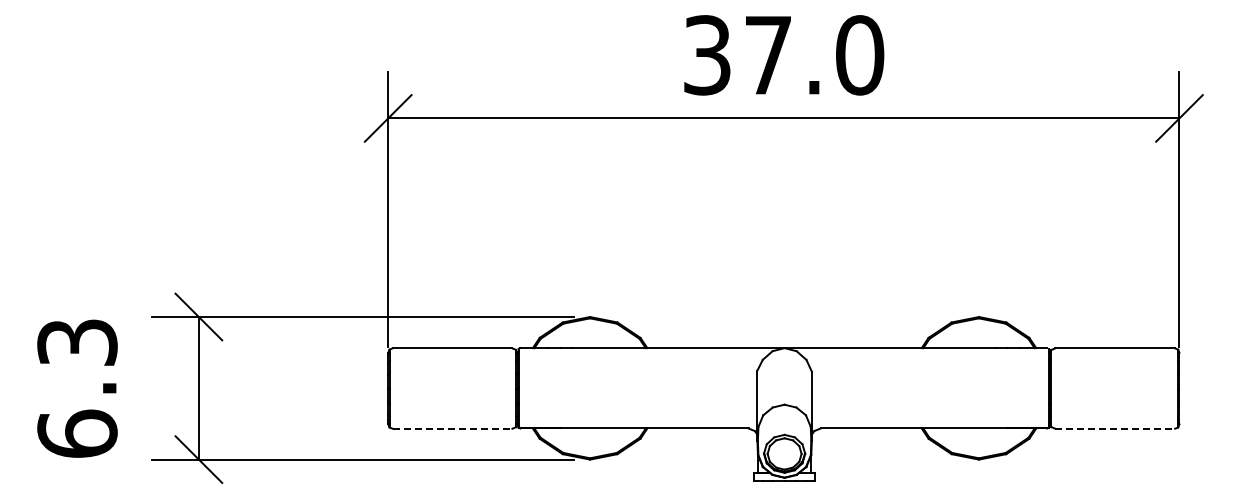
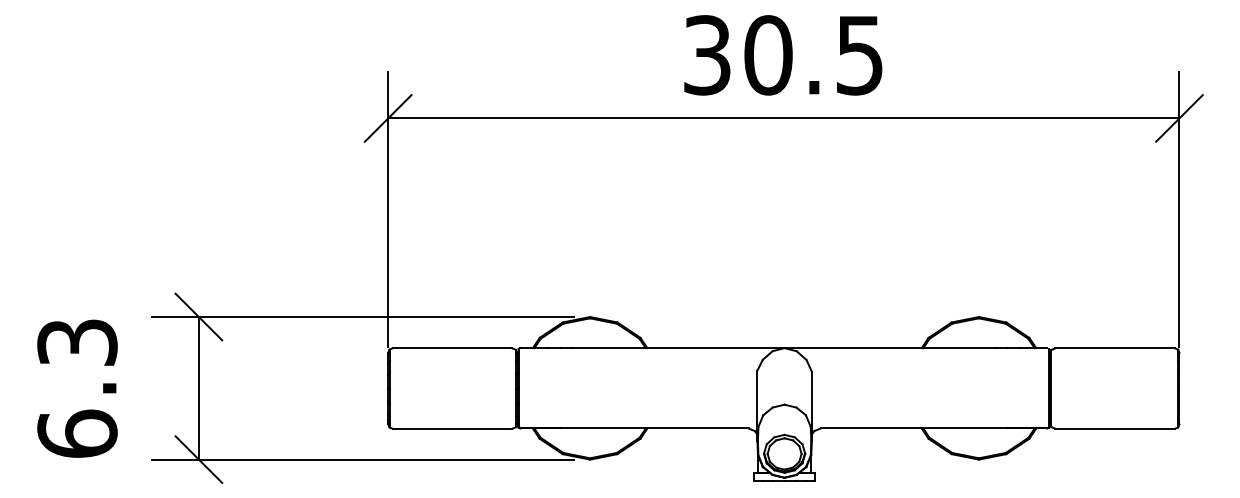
text at (814, 55): 37.0 -> 30.5
line at (452, 428): dashed -> solid
line at (1115, 428): dashed -> solid
